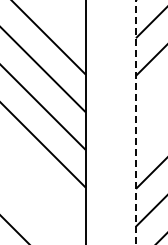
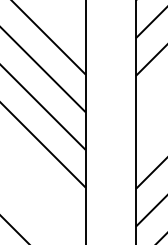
line at (136, 122): dashed -> solid
